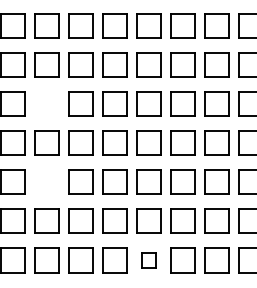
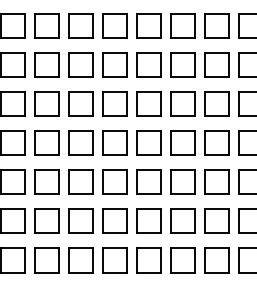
part at (46, 103): none -> present
part at (46, 181): none -> present
part at (148, 260) size: 16x17 px -> 26x27 px
